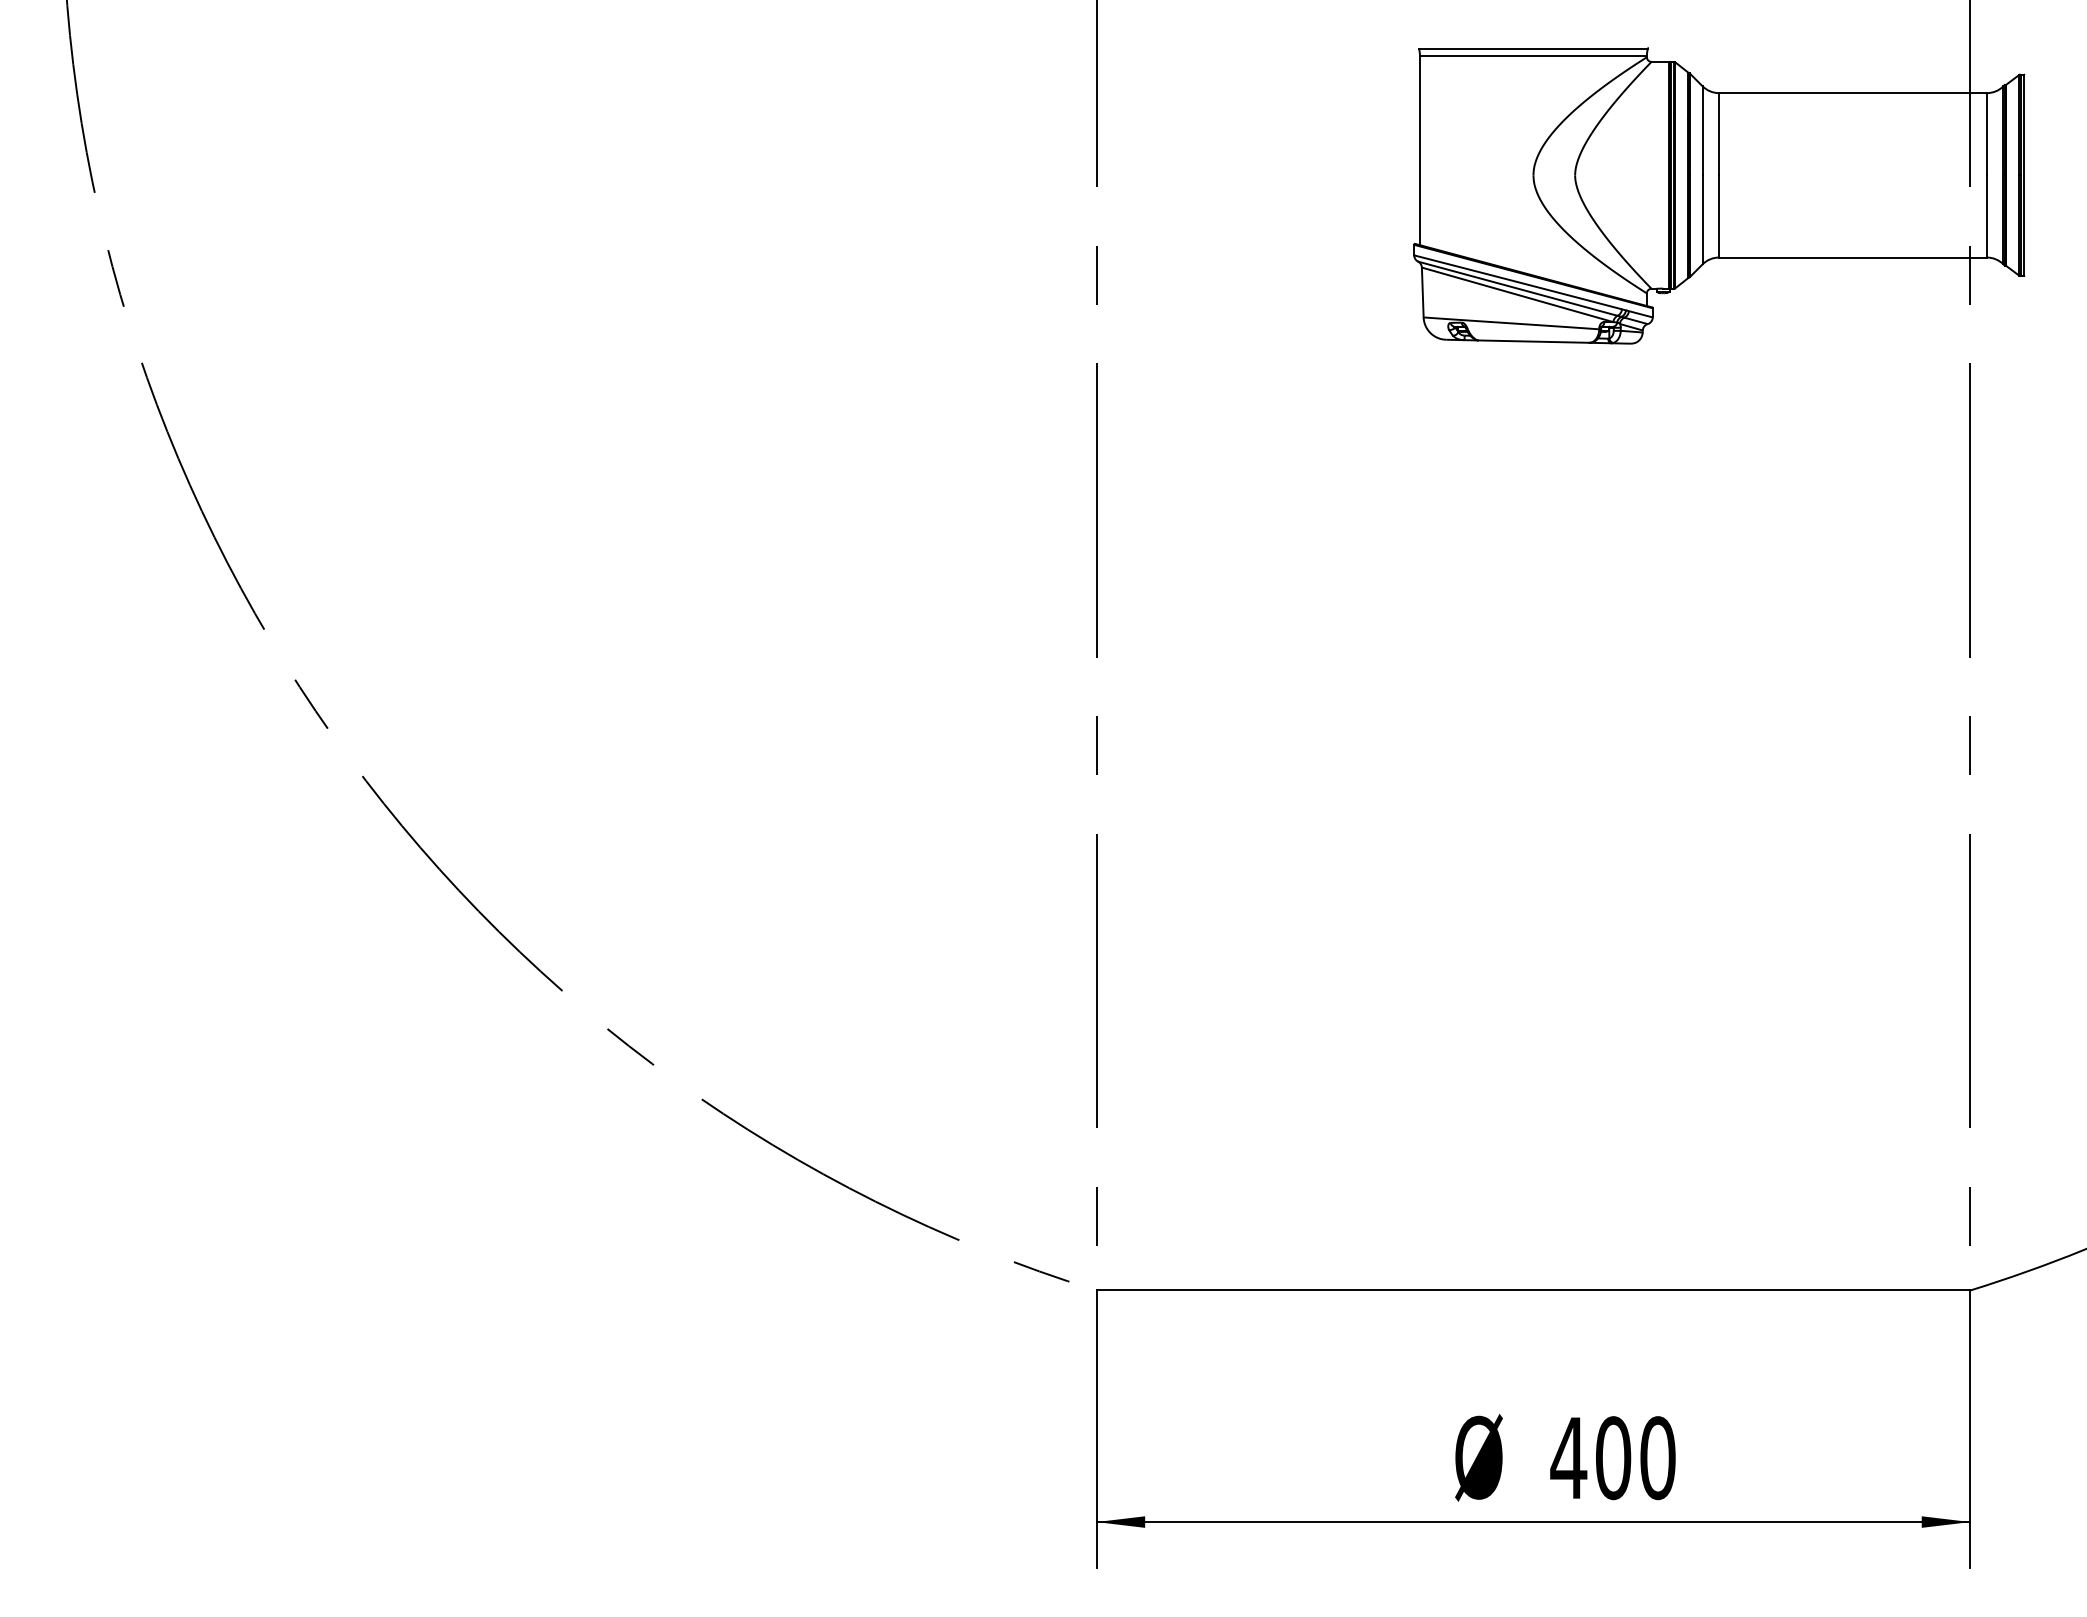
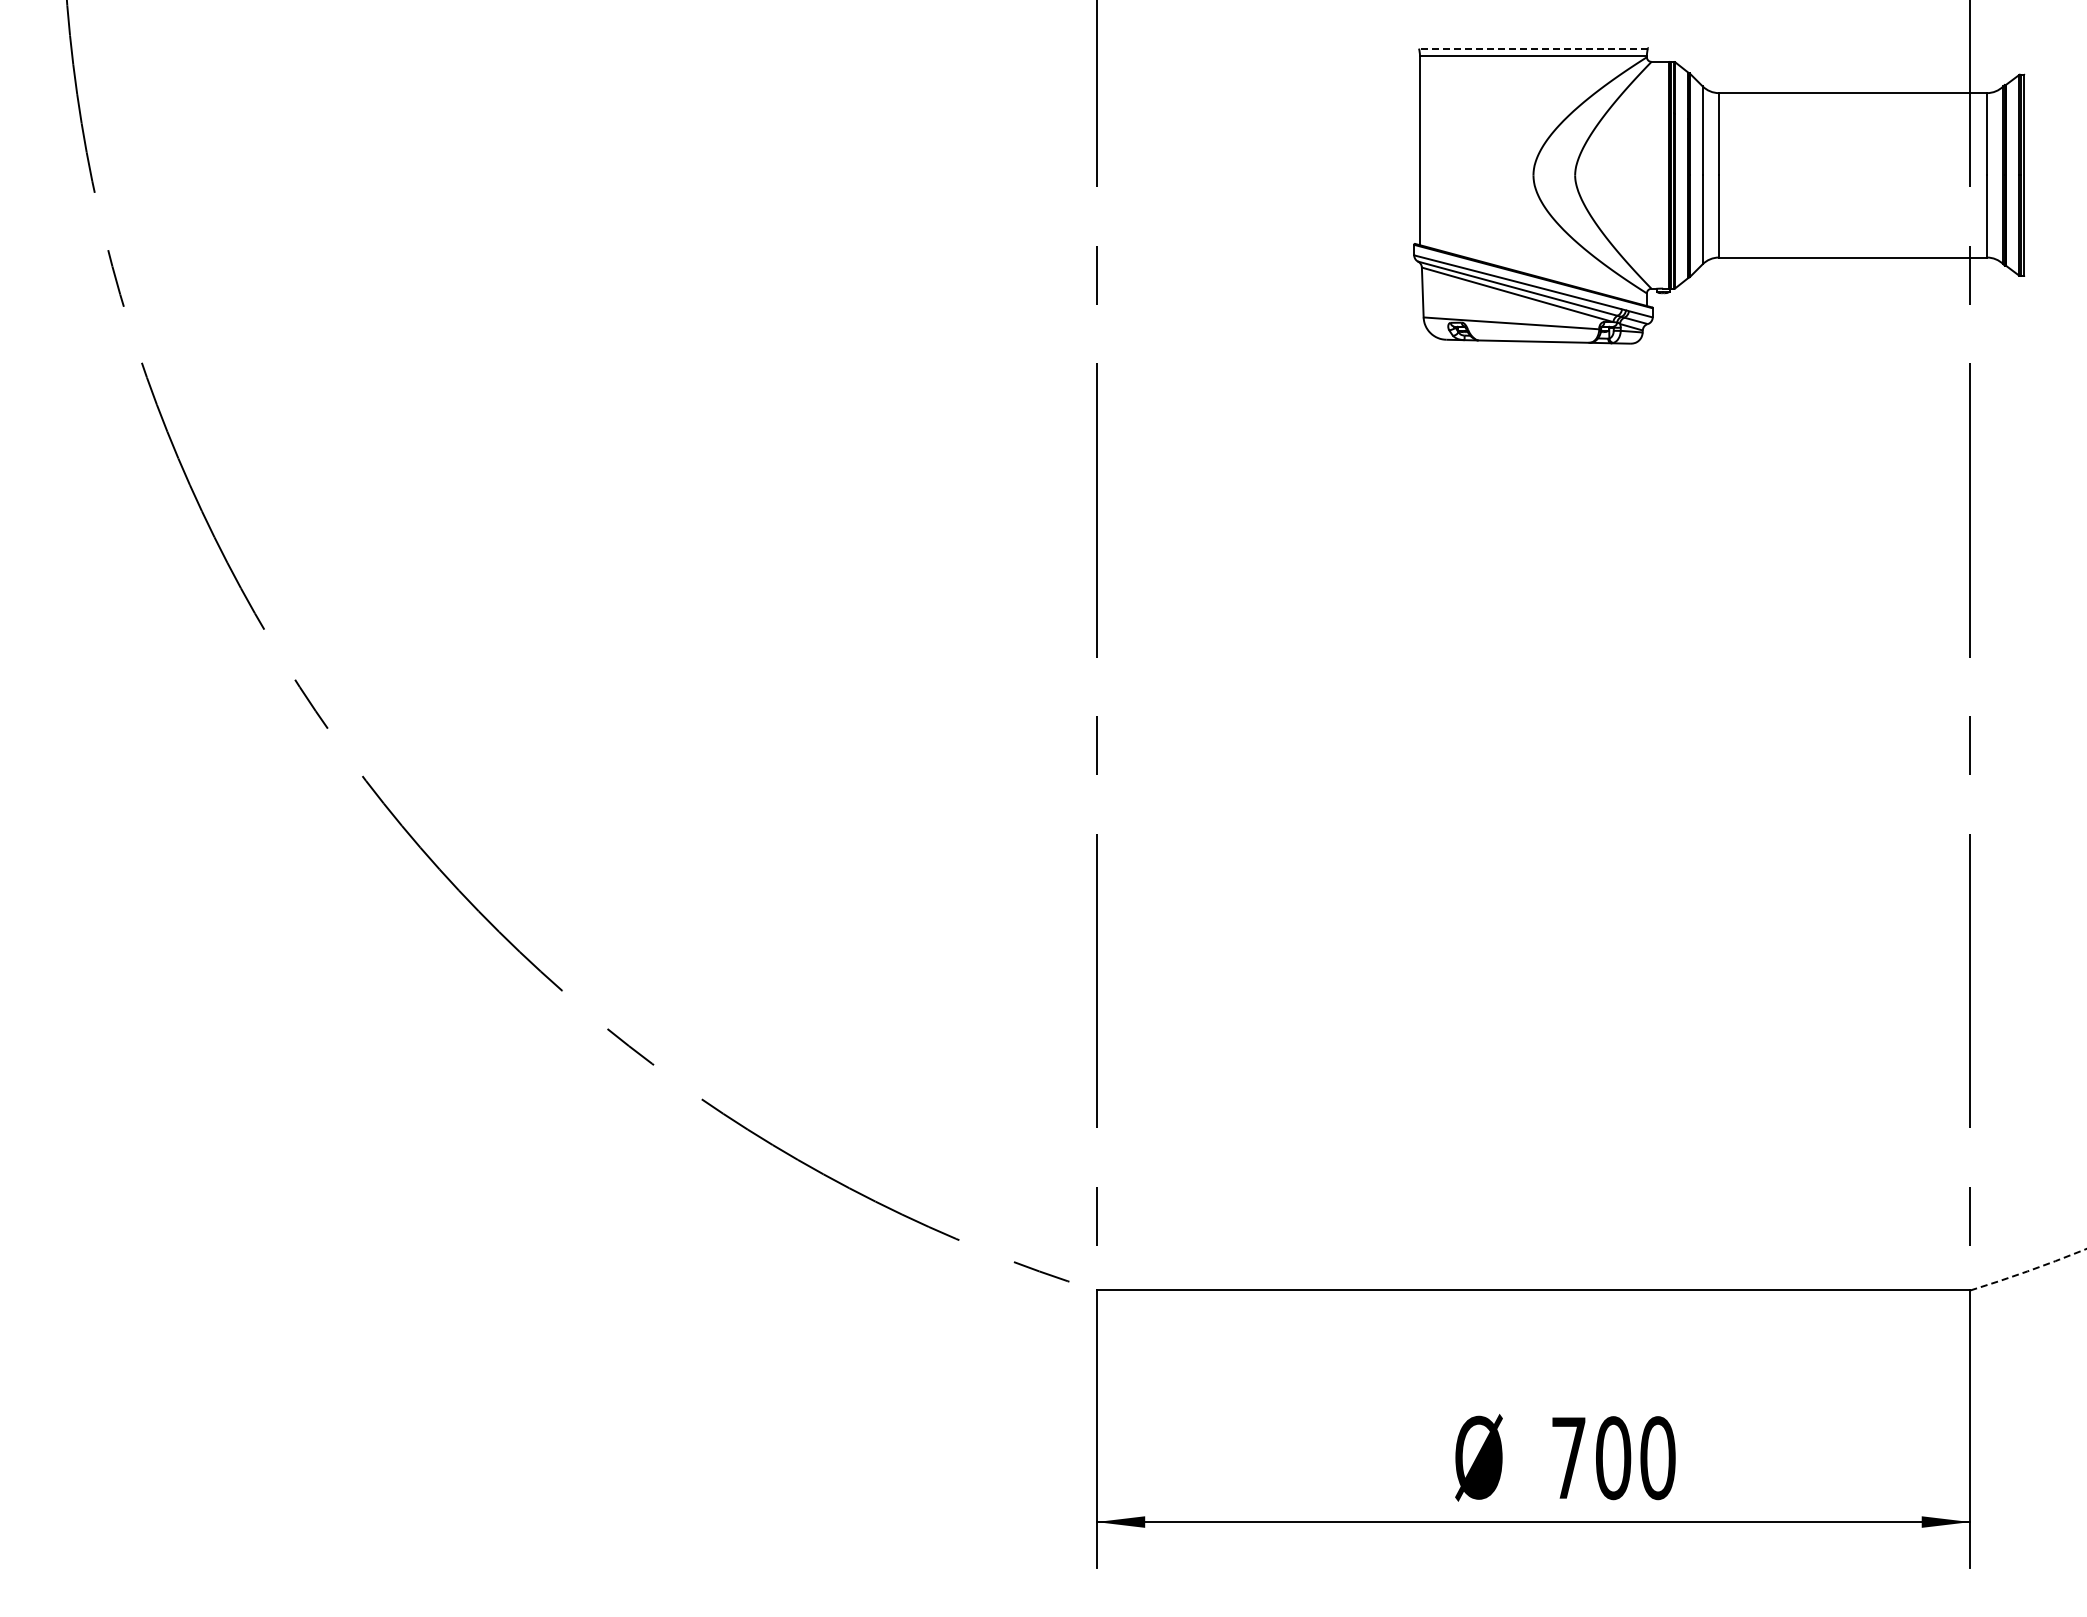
line at (1532, 48): solid -> dashed
arc at (2028, 1271): solid -> dashed
text at (1568, 1457): 400 -> 700
